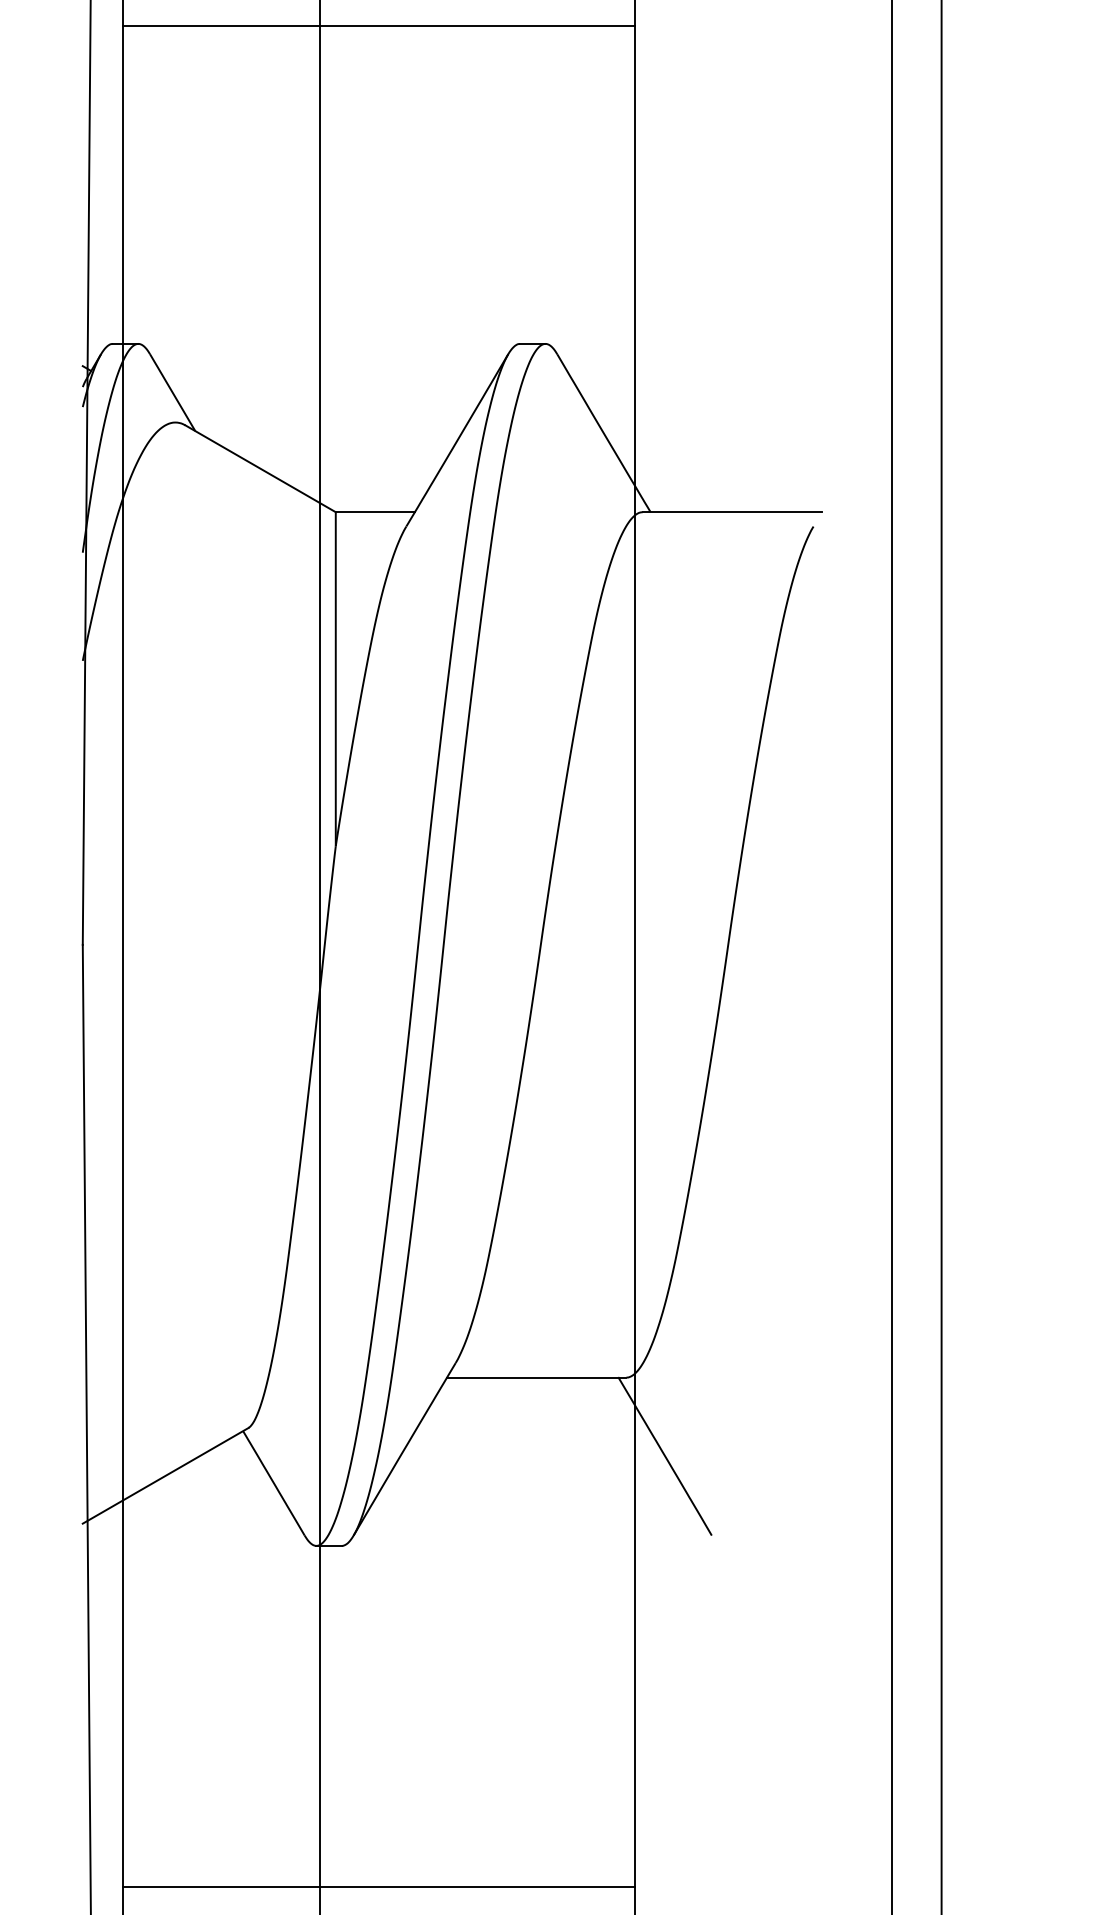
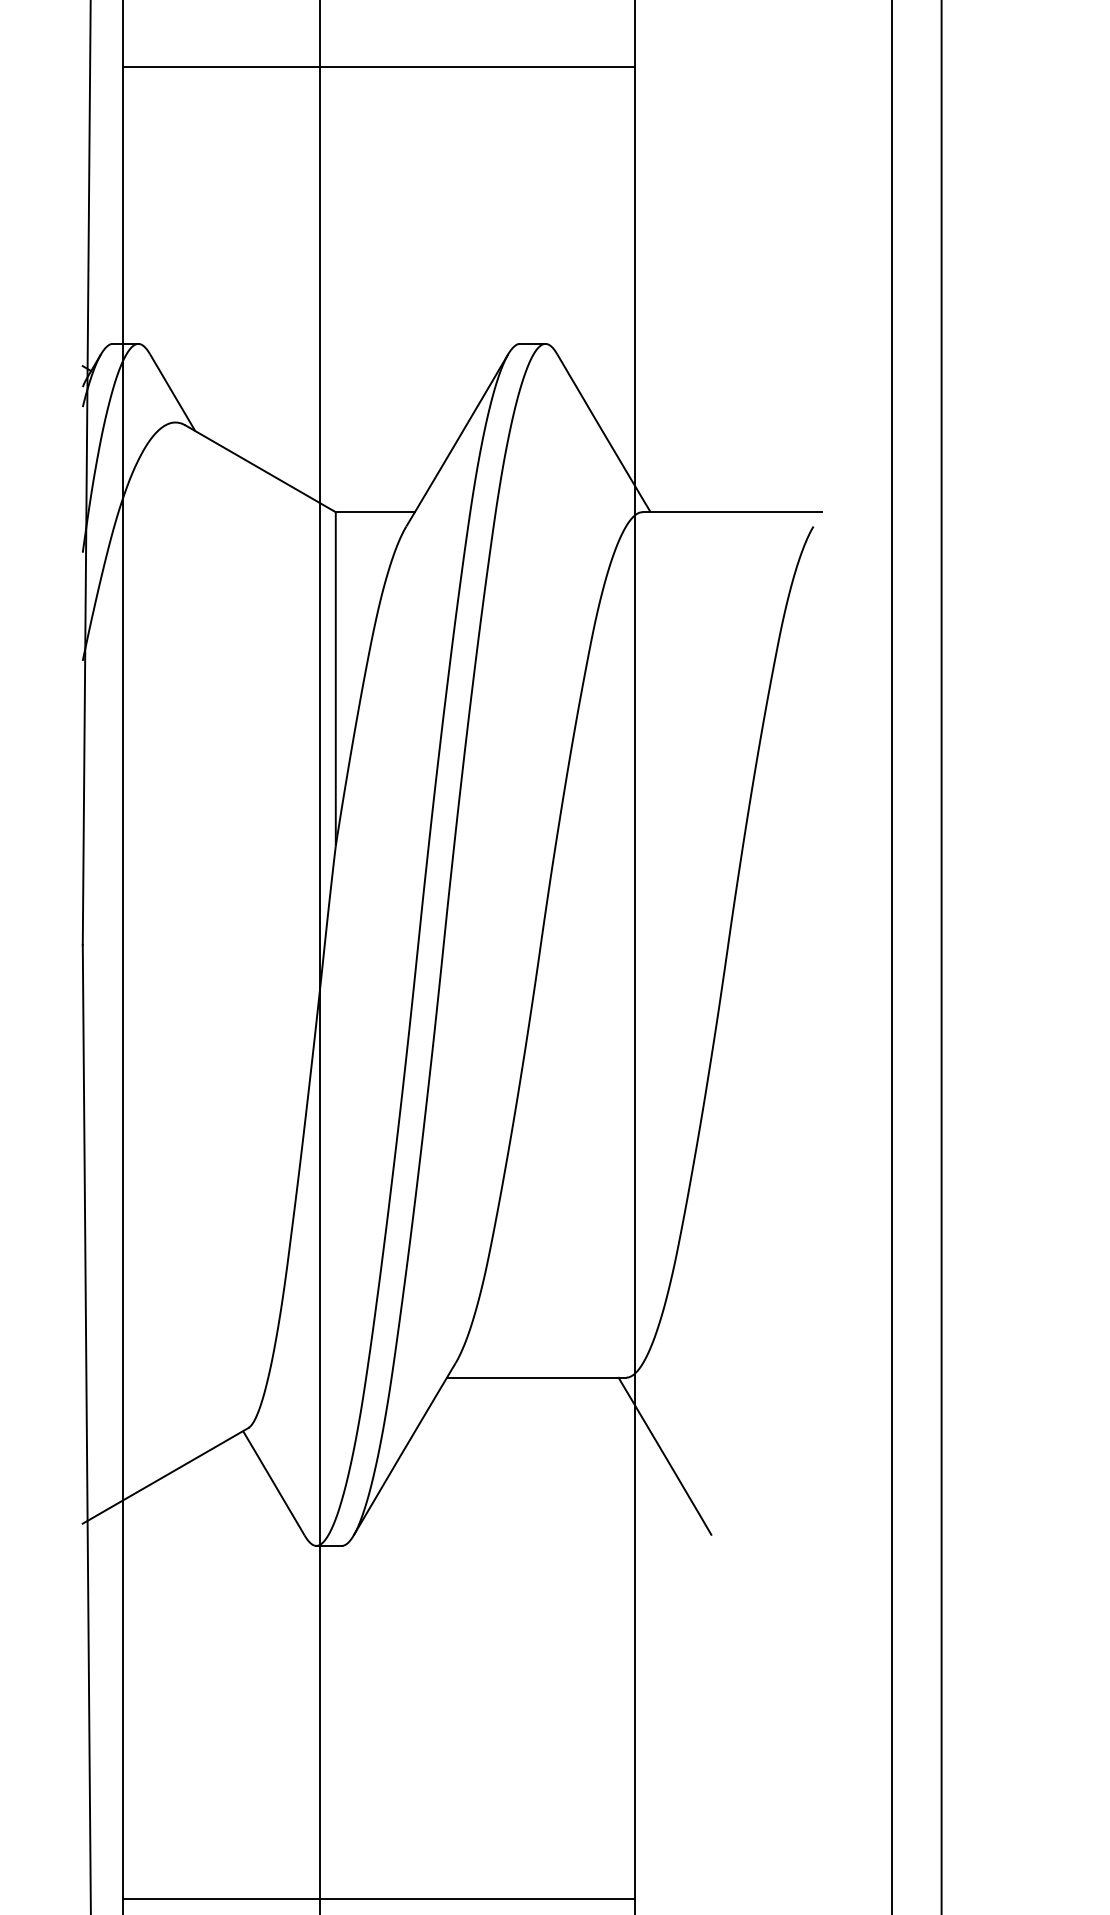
line at (378, 26) position: (378, 26) -> (378, 67)
line at (378, 1887) position: (378, 1887) -> (378, 1899)
